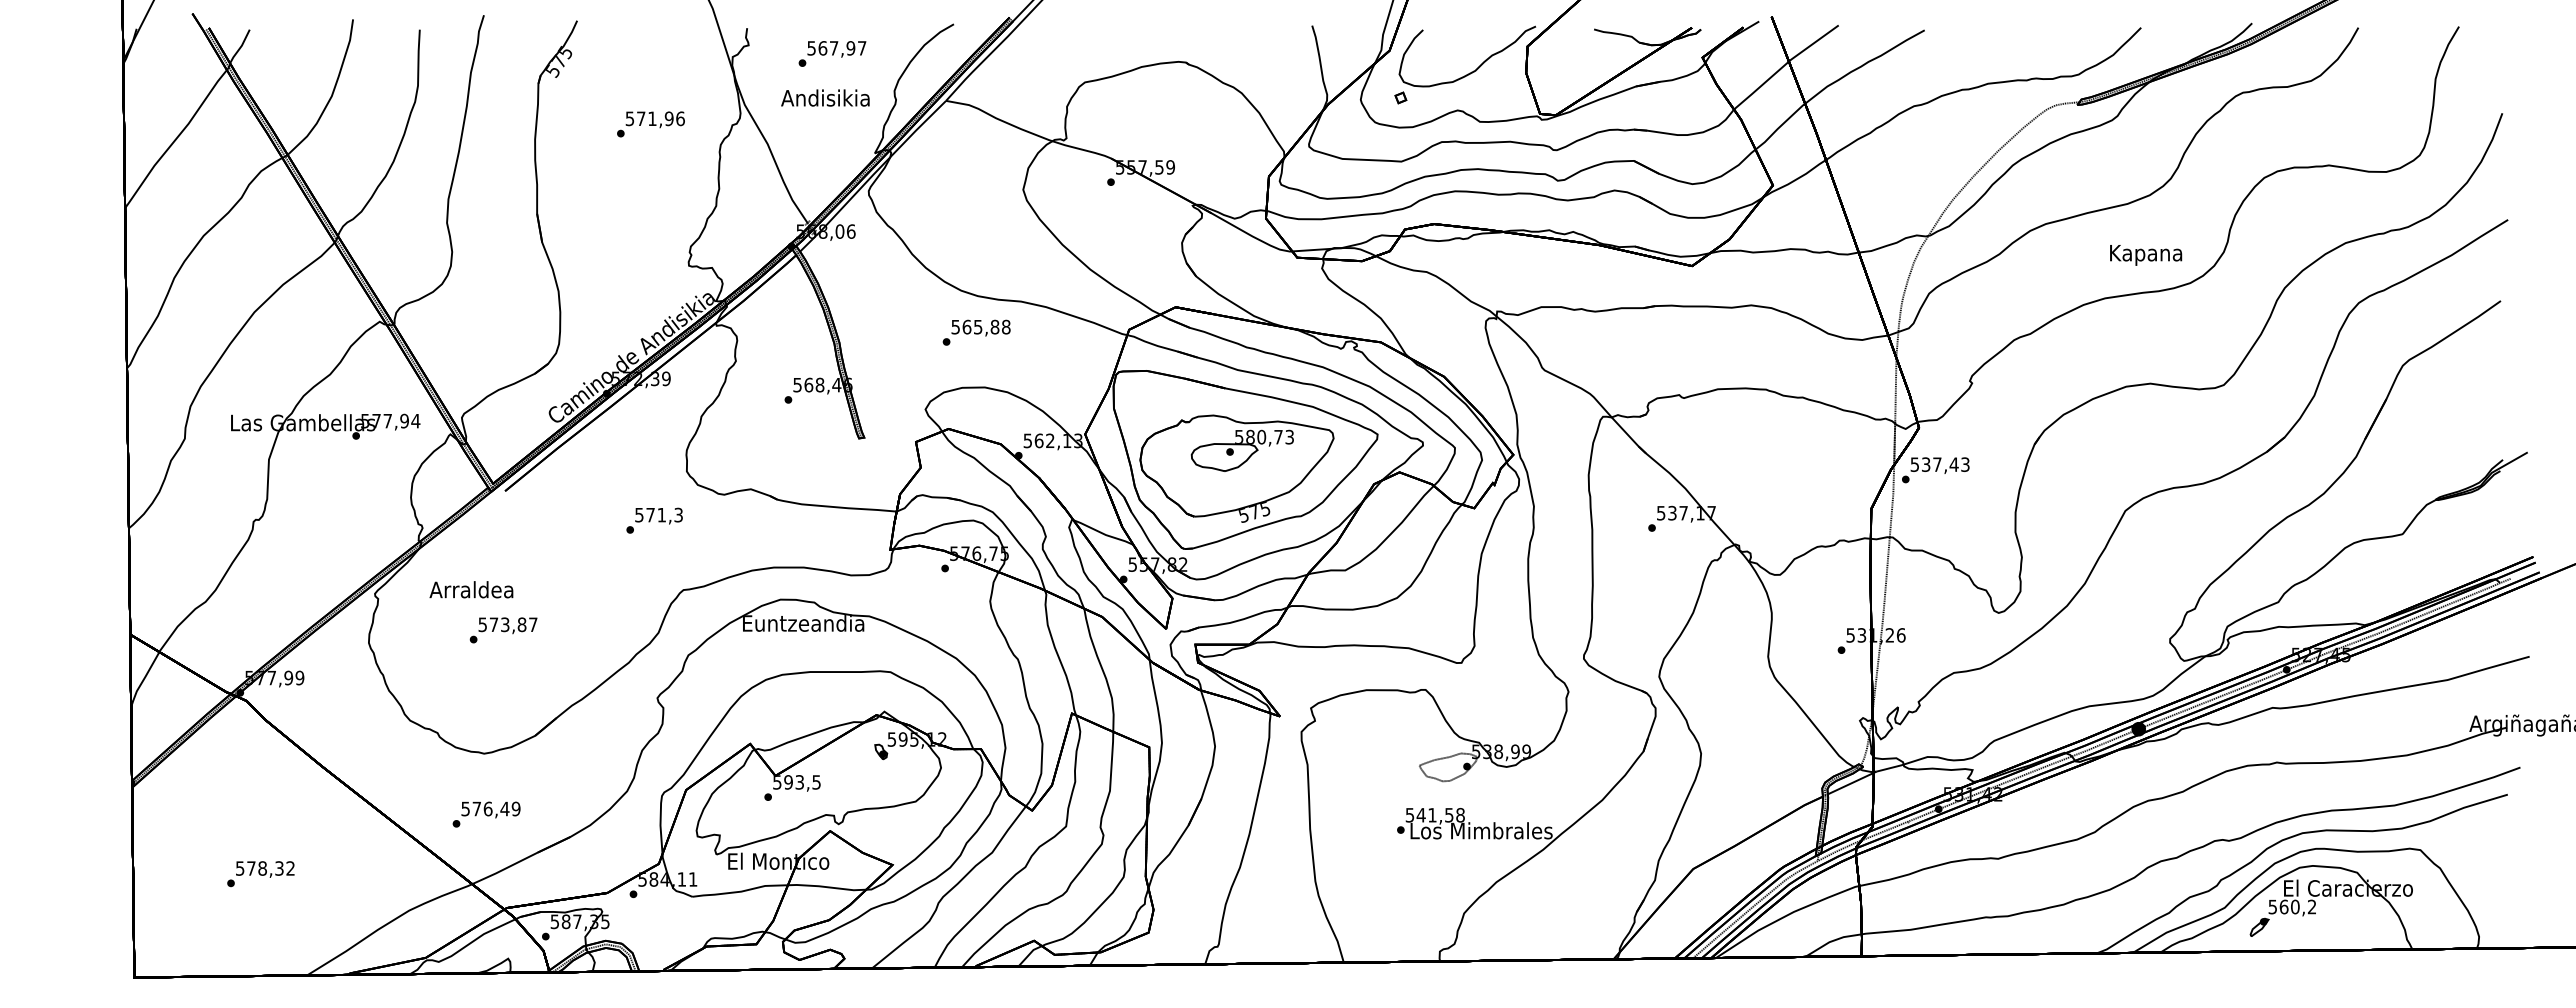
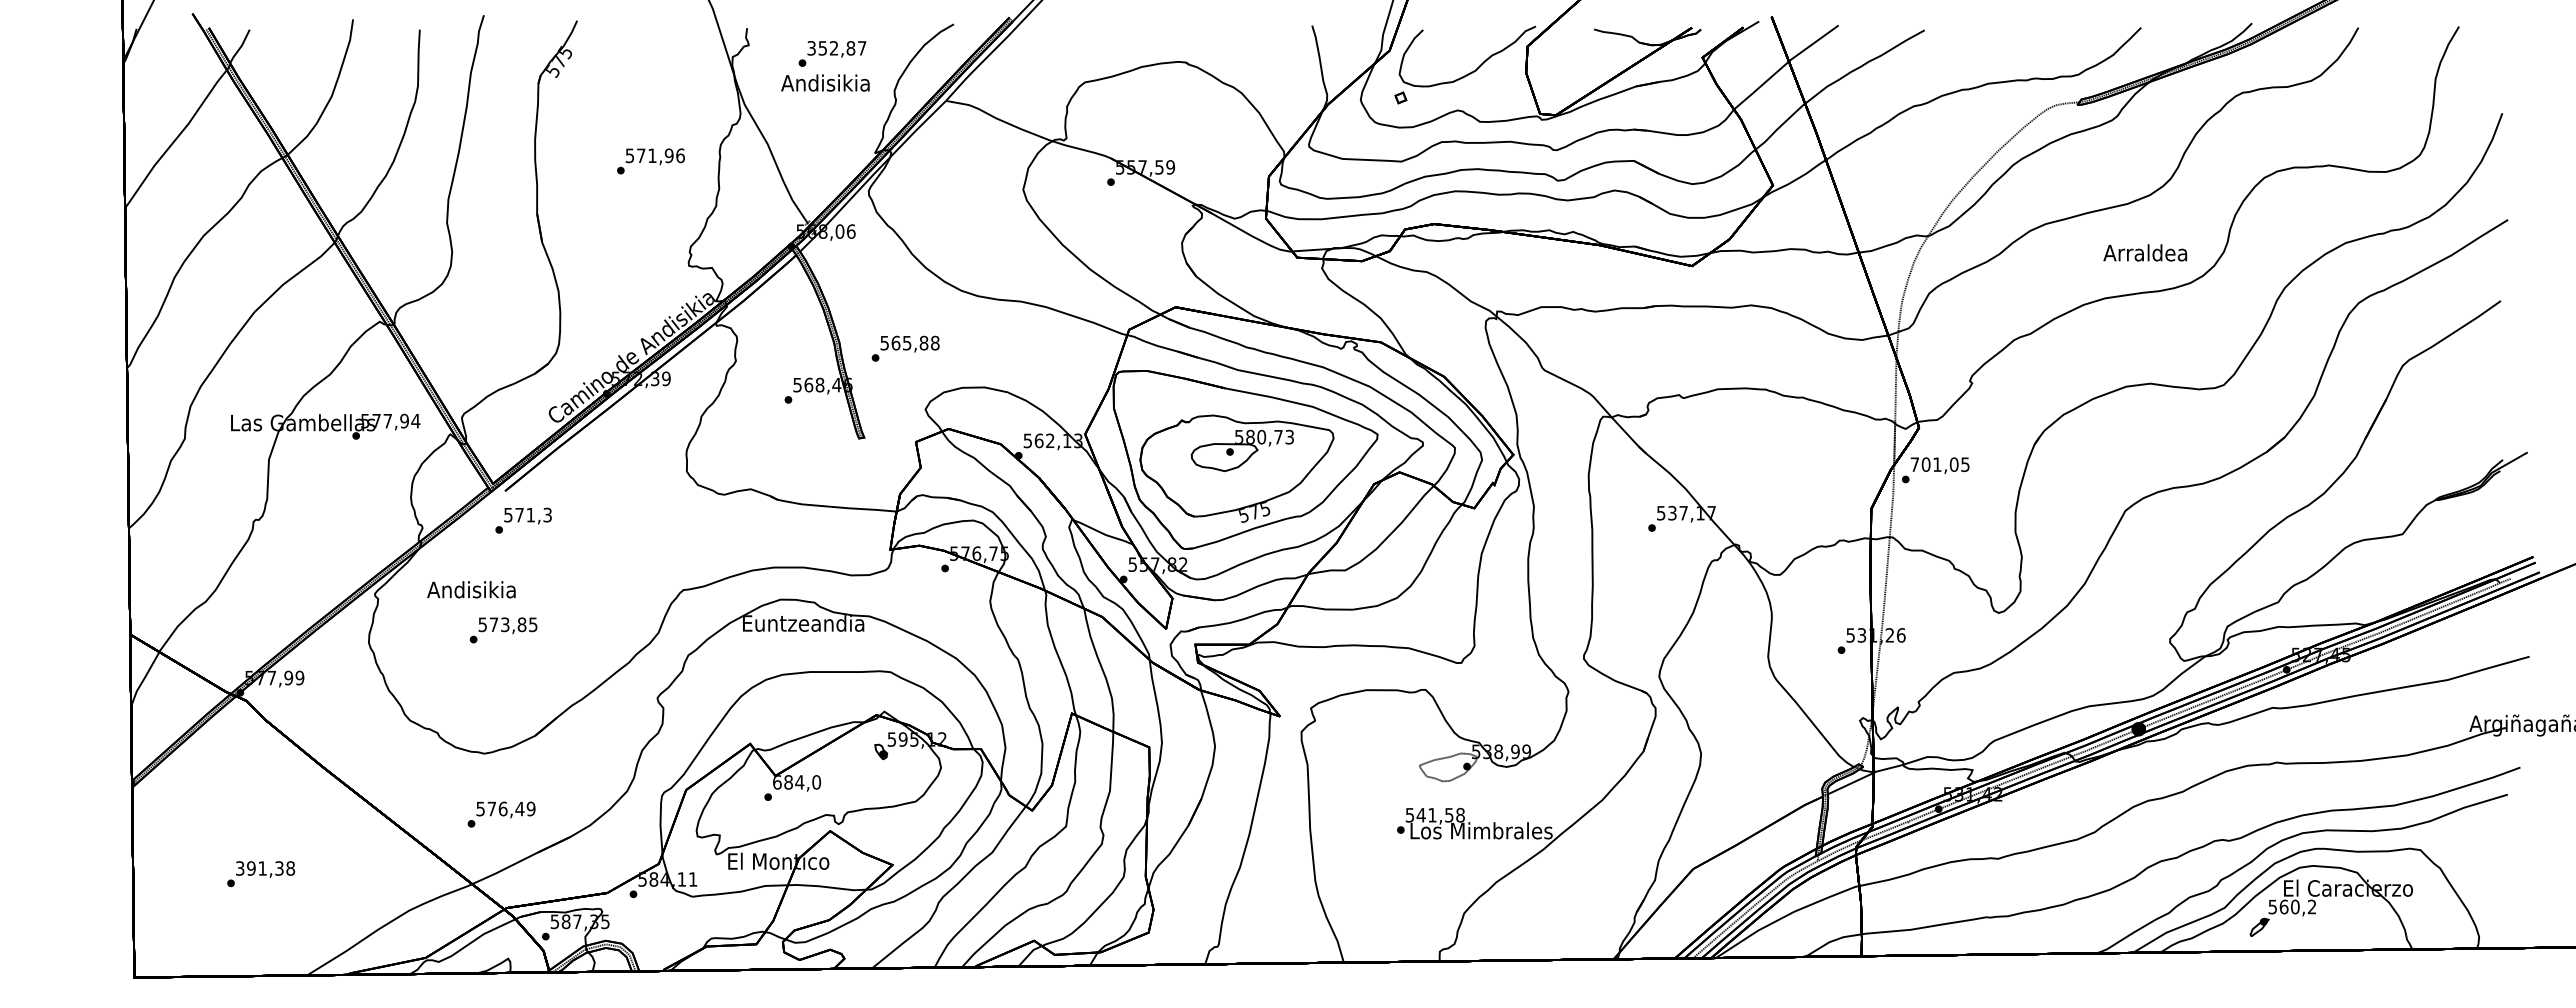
text at (831, 48): 567,97 -> 352,87
text at (825, 97) position: (825, 97) -> (825, 82)
text at (650, 124) position: (650, 124) -> (650, 161)
text at (2145, 254): Kapana -> Arraldea
text at (976, 332) position: (976, 332) -> (905, 348)
text at (1939, 464): 537,43 -> 701,05
text at (654, 520) position: (654, 520) -> (523, 520)
text at (471, 589): Arraldea -> Andisikia
text at (533, 624): 573,87 -> 573,85
text at (797, 782): 593,5 -> 684,0
text at (486, 814) position: (486, 814) -> (501, 814)
text at (265, 868): 578,32 -> 391,38
